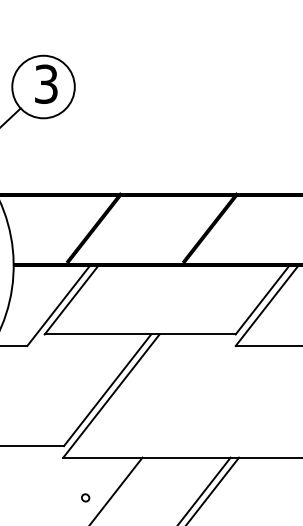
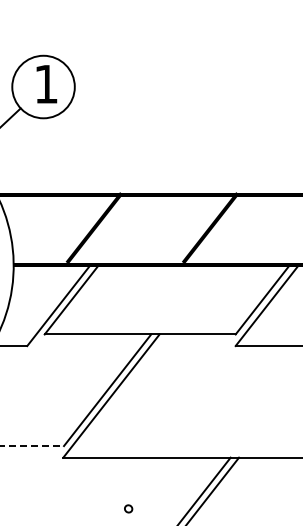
text at (46, 83): 3 -> 1
line at (32, 446): solid -> dashed
line at (117, 489): present -> none
part at (85, 497) position: (85, 497) -> (128, 508)
